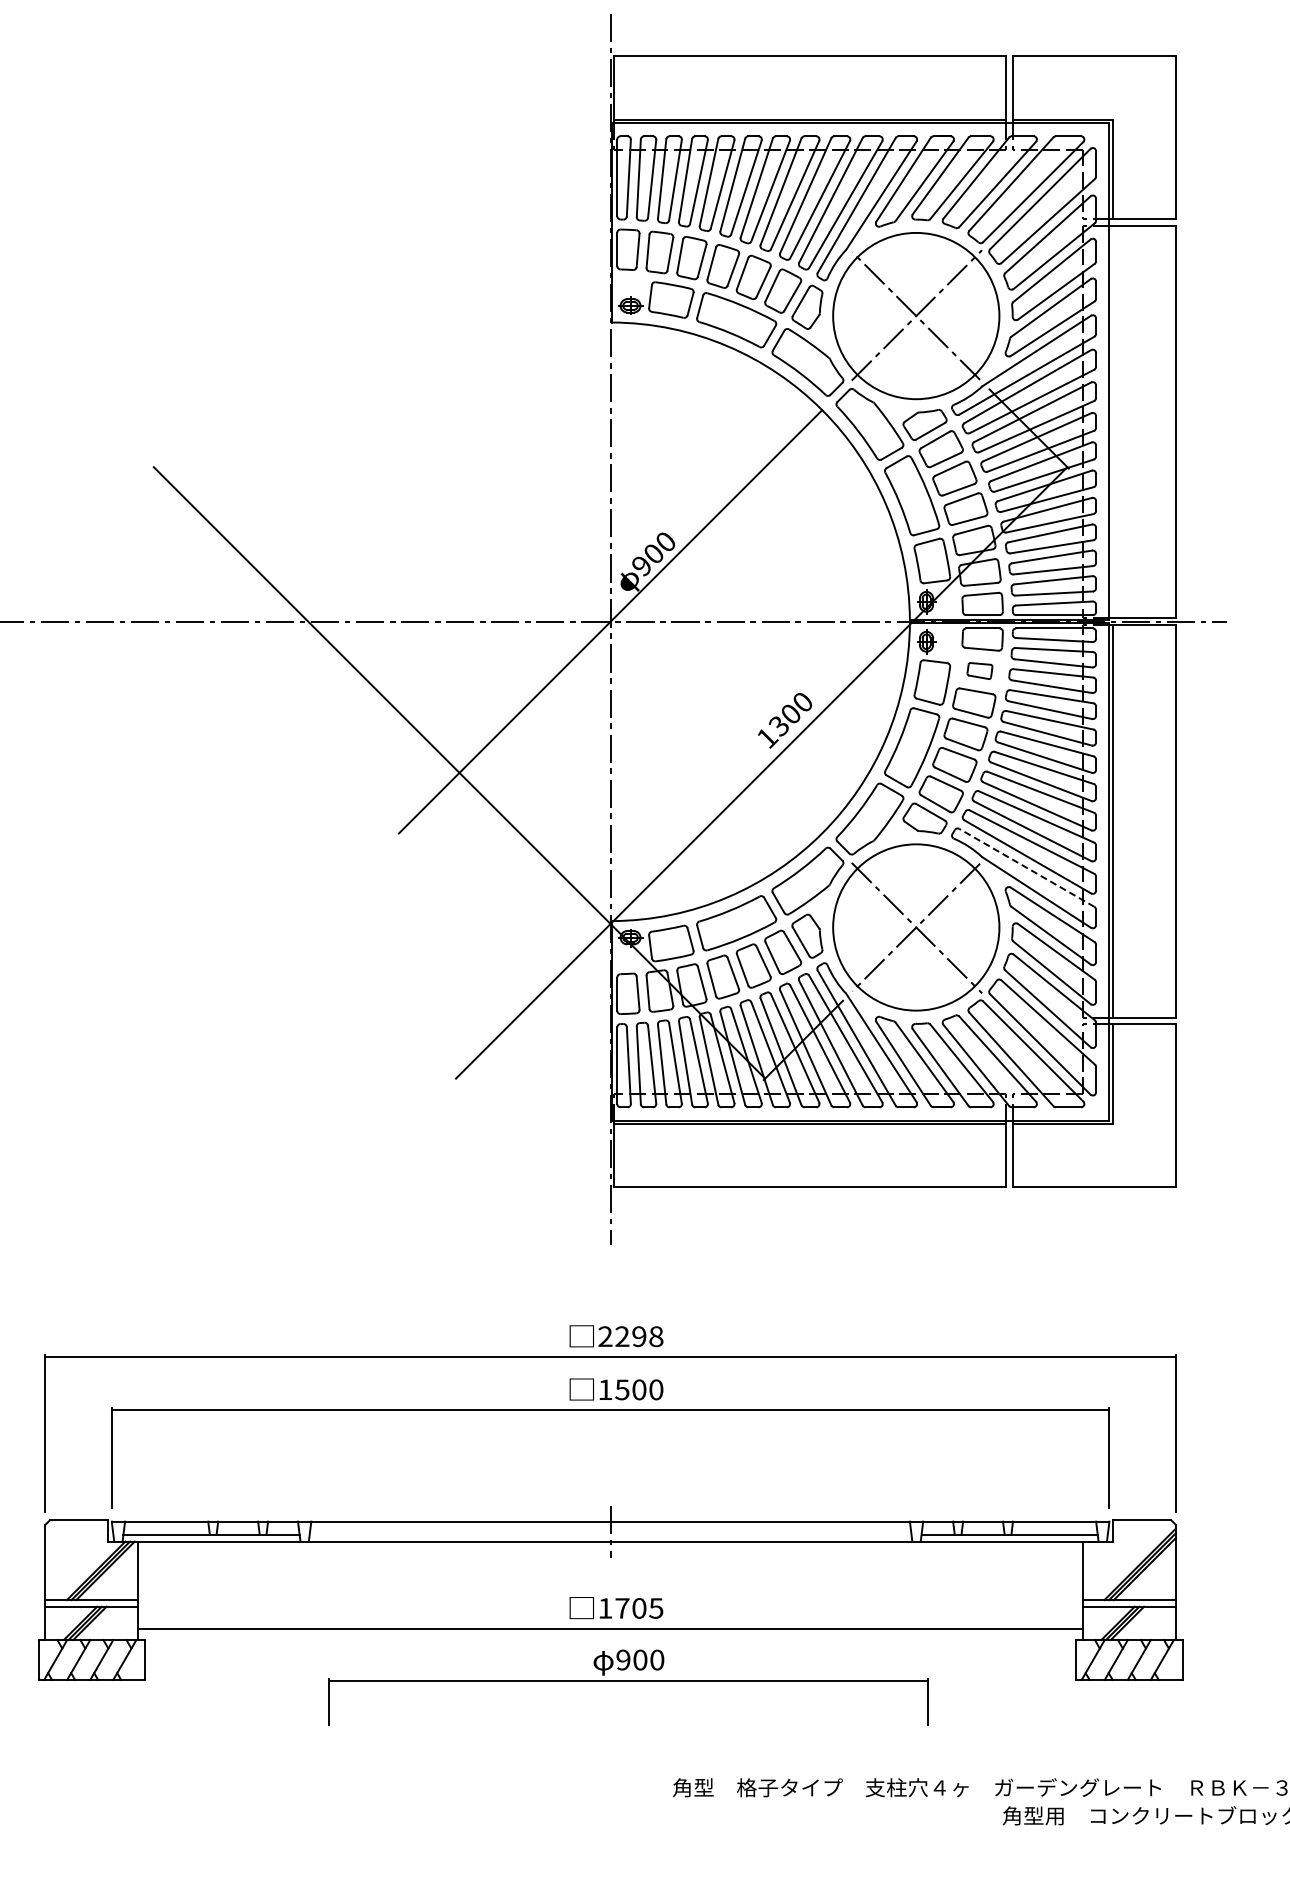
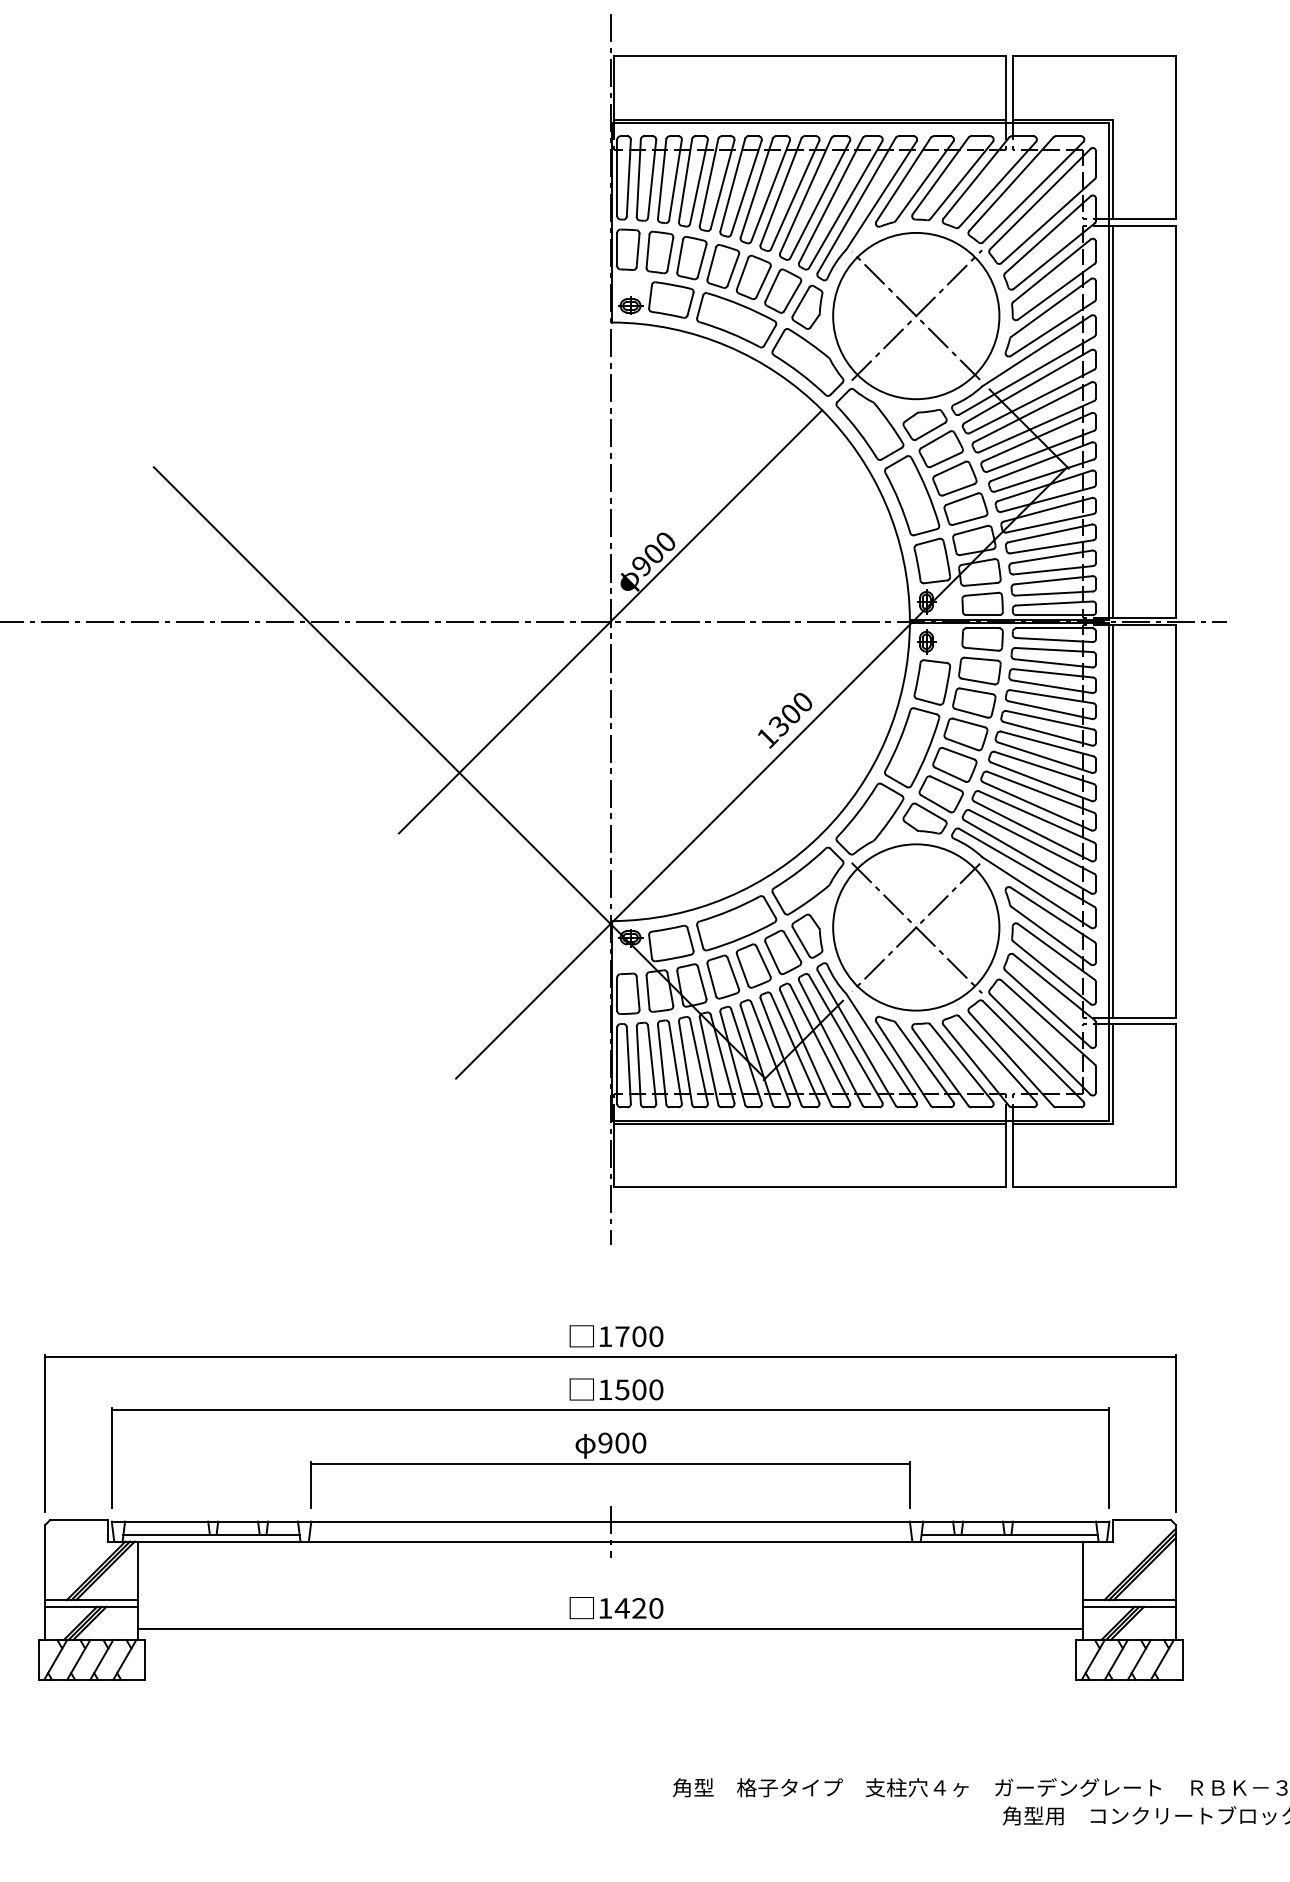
line at (1112, 422): none -> present
part at (979, 670) size: 28x18 px -> 44x30 px
line at (1026, 867): dashed -> solid
text at (630, 1336): 2298 -> 1700
text at (638, 1608): 1705 -> 1420
part at (628, 1687) position: (628, 1687) -> (610, 1470)
